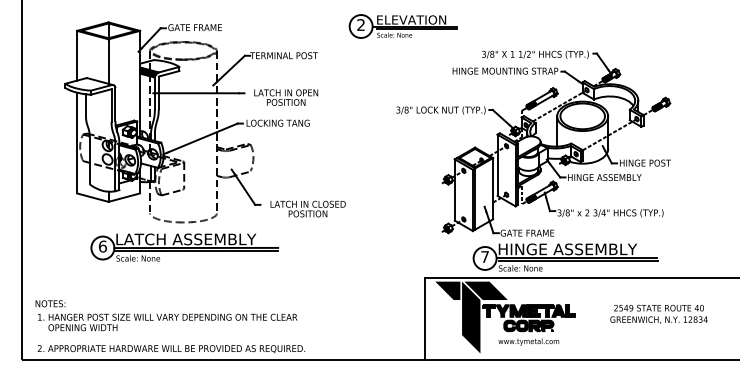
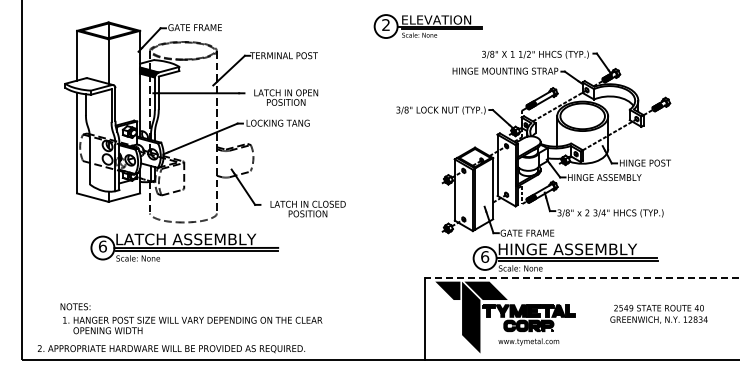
part at (402, 26) position: (402, 26) -> (427, 26)
text at (485, 256): 7 -> 6
line at (581, 277): solid -> dashed
text at (166, 315) position: (166, 315) -> (191, 318)
